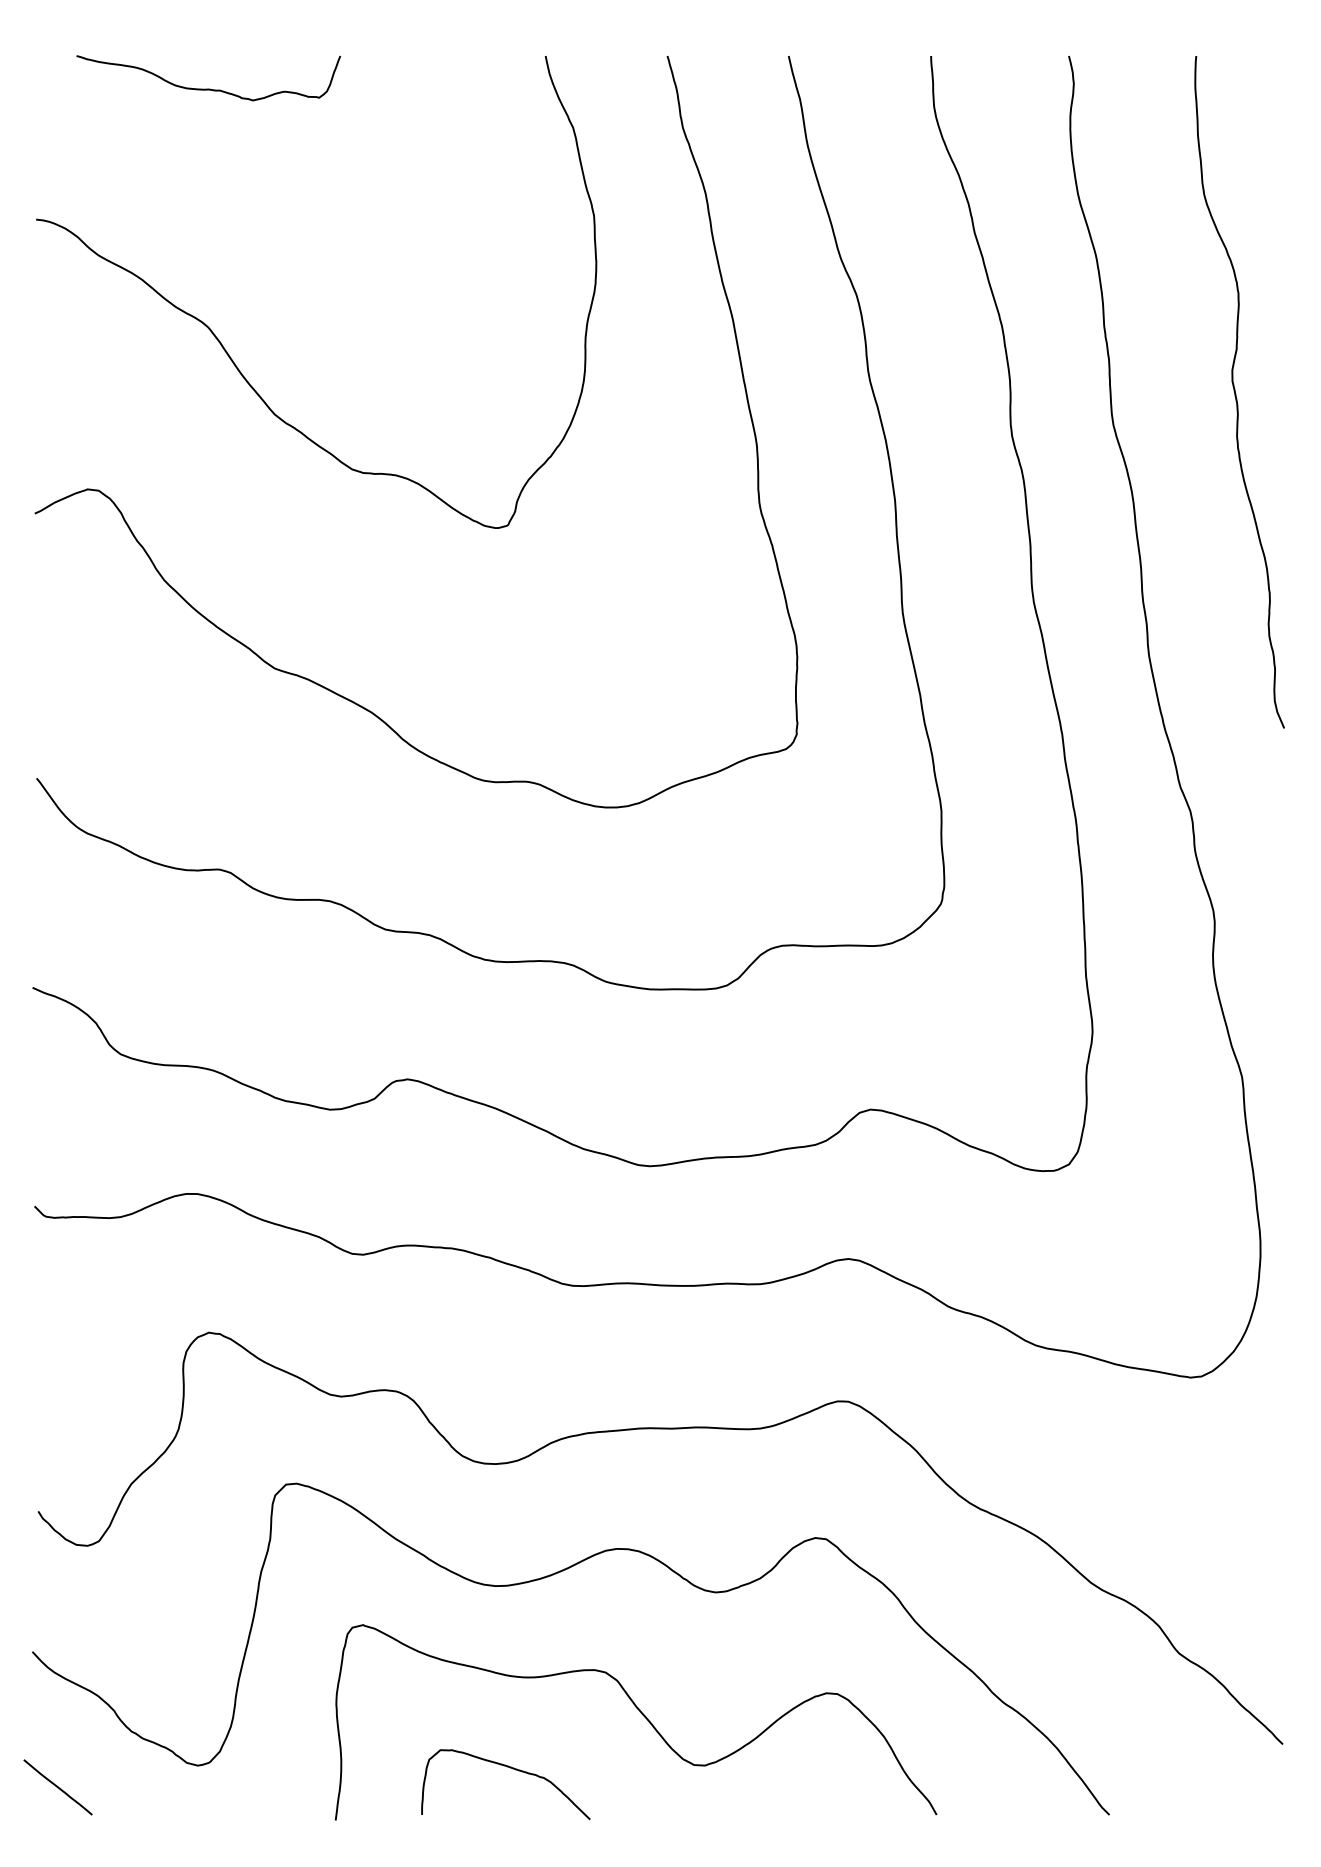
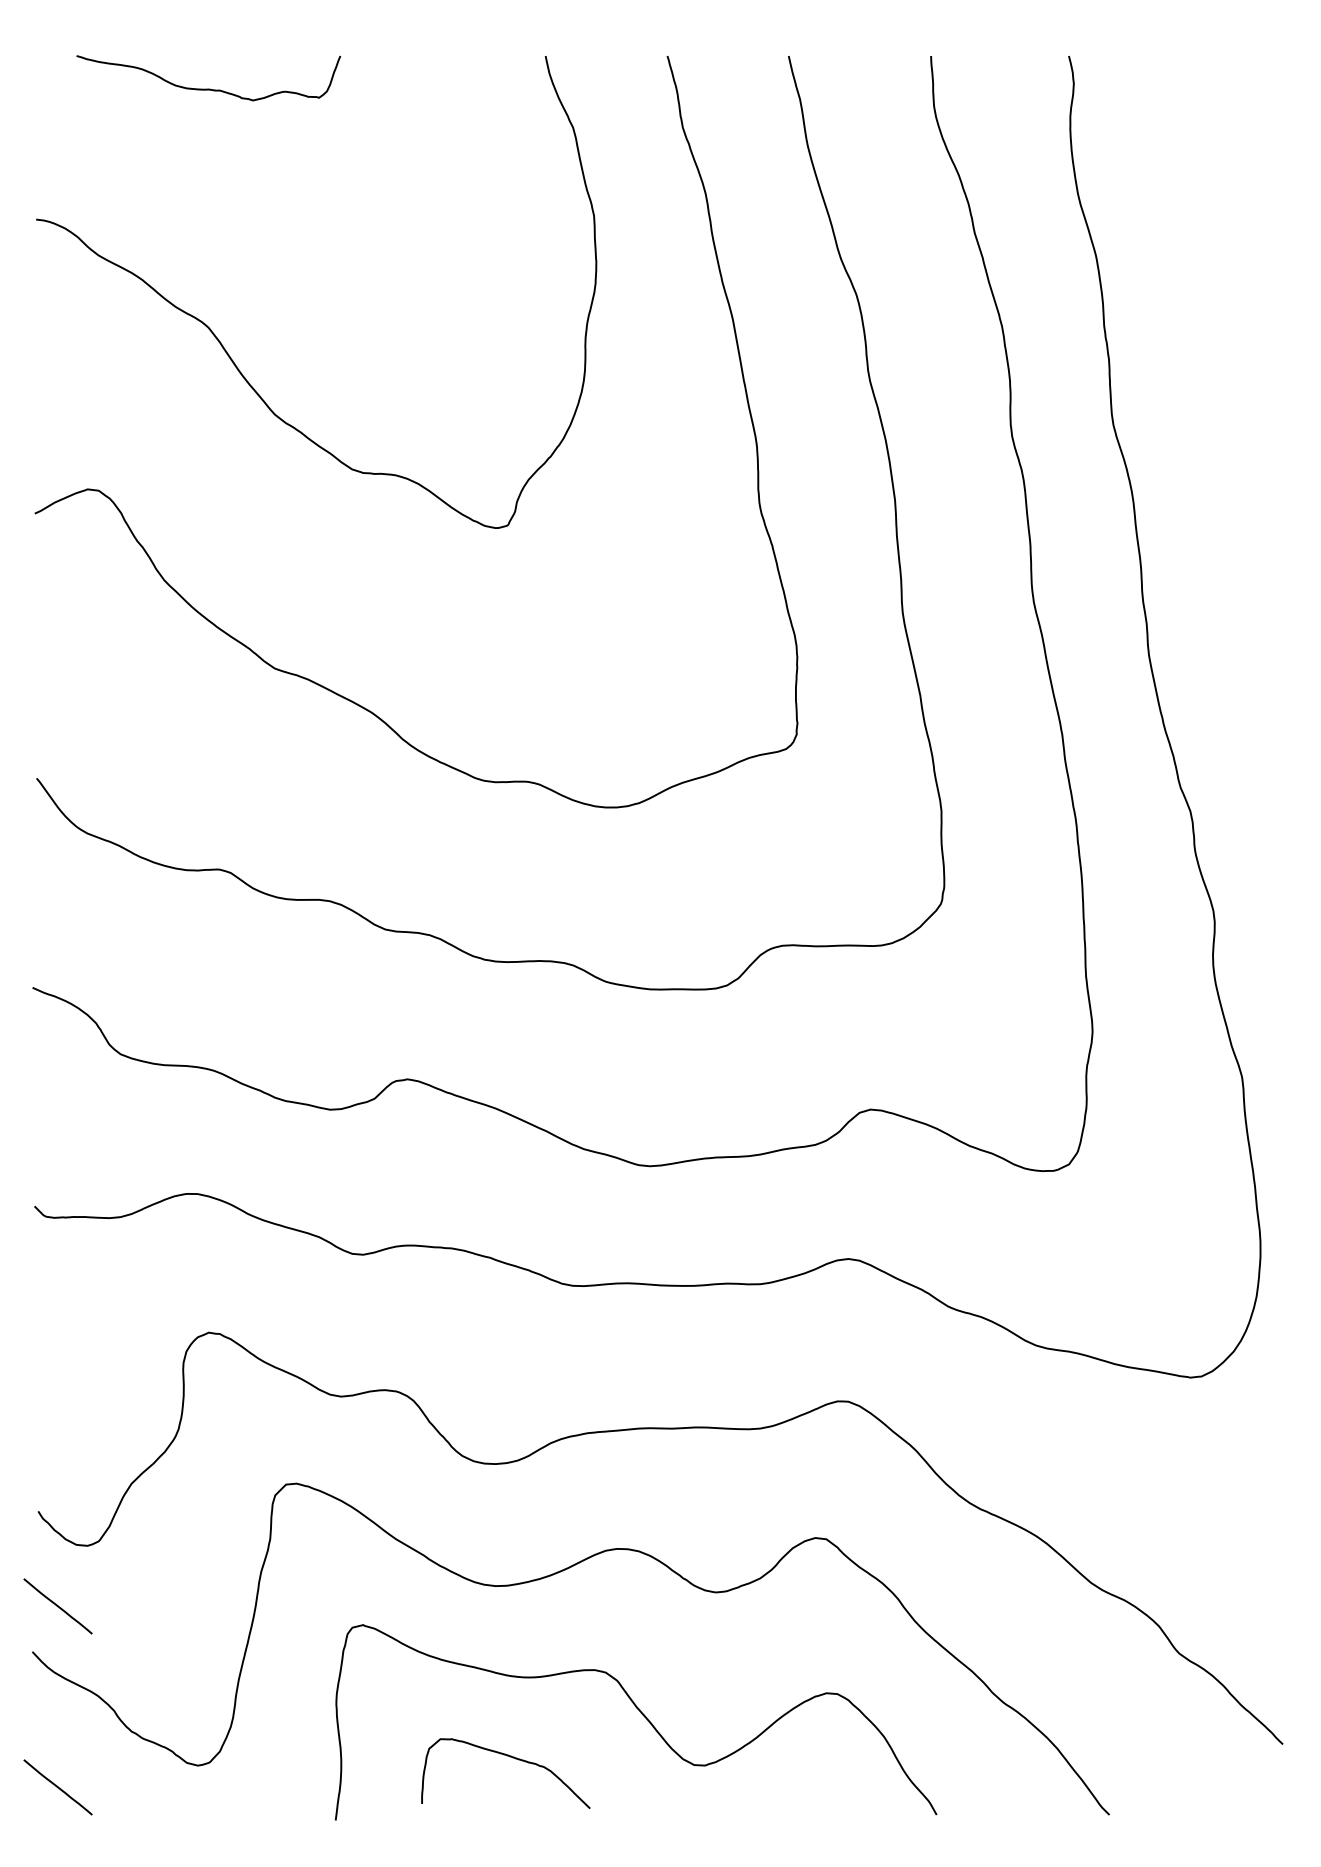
curve at (1236, 393): present -> none
line at (57, 1606): none -> present
curve at (512, 1769) position: (512, 1769) -> (512, 1758)
